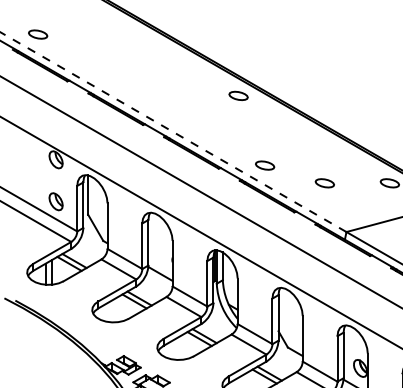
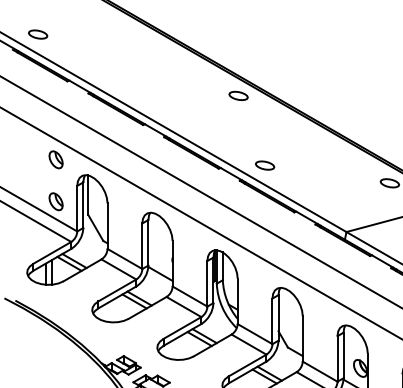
line at (173, 132): dashed -> solid
part at (324, 183): present -> none
line at (200, 232) position: (200, 232) -> (200, 222)
